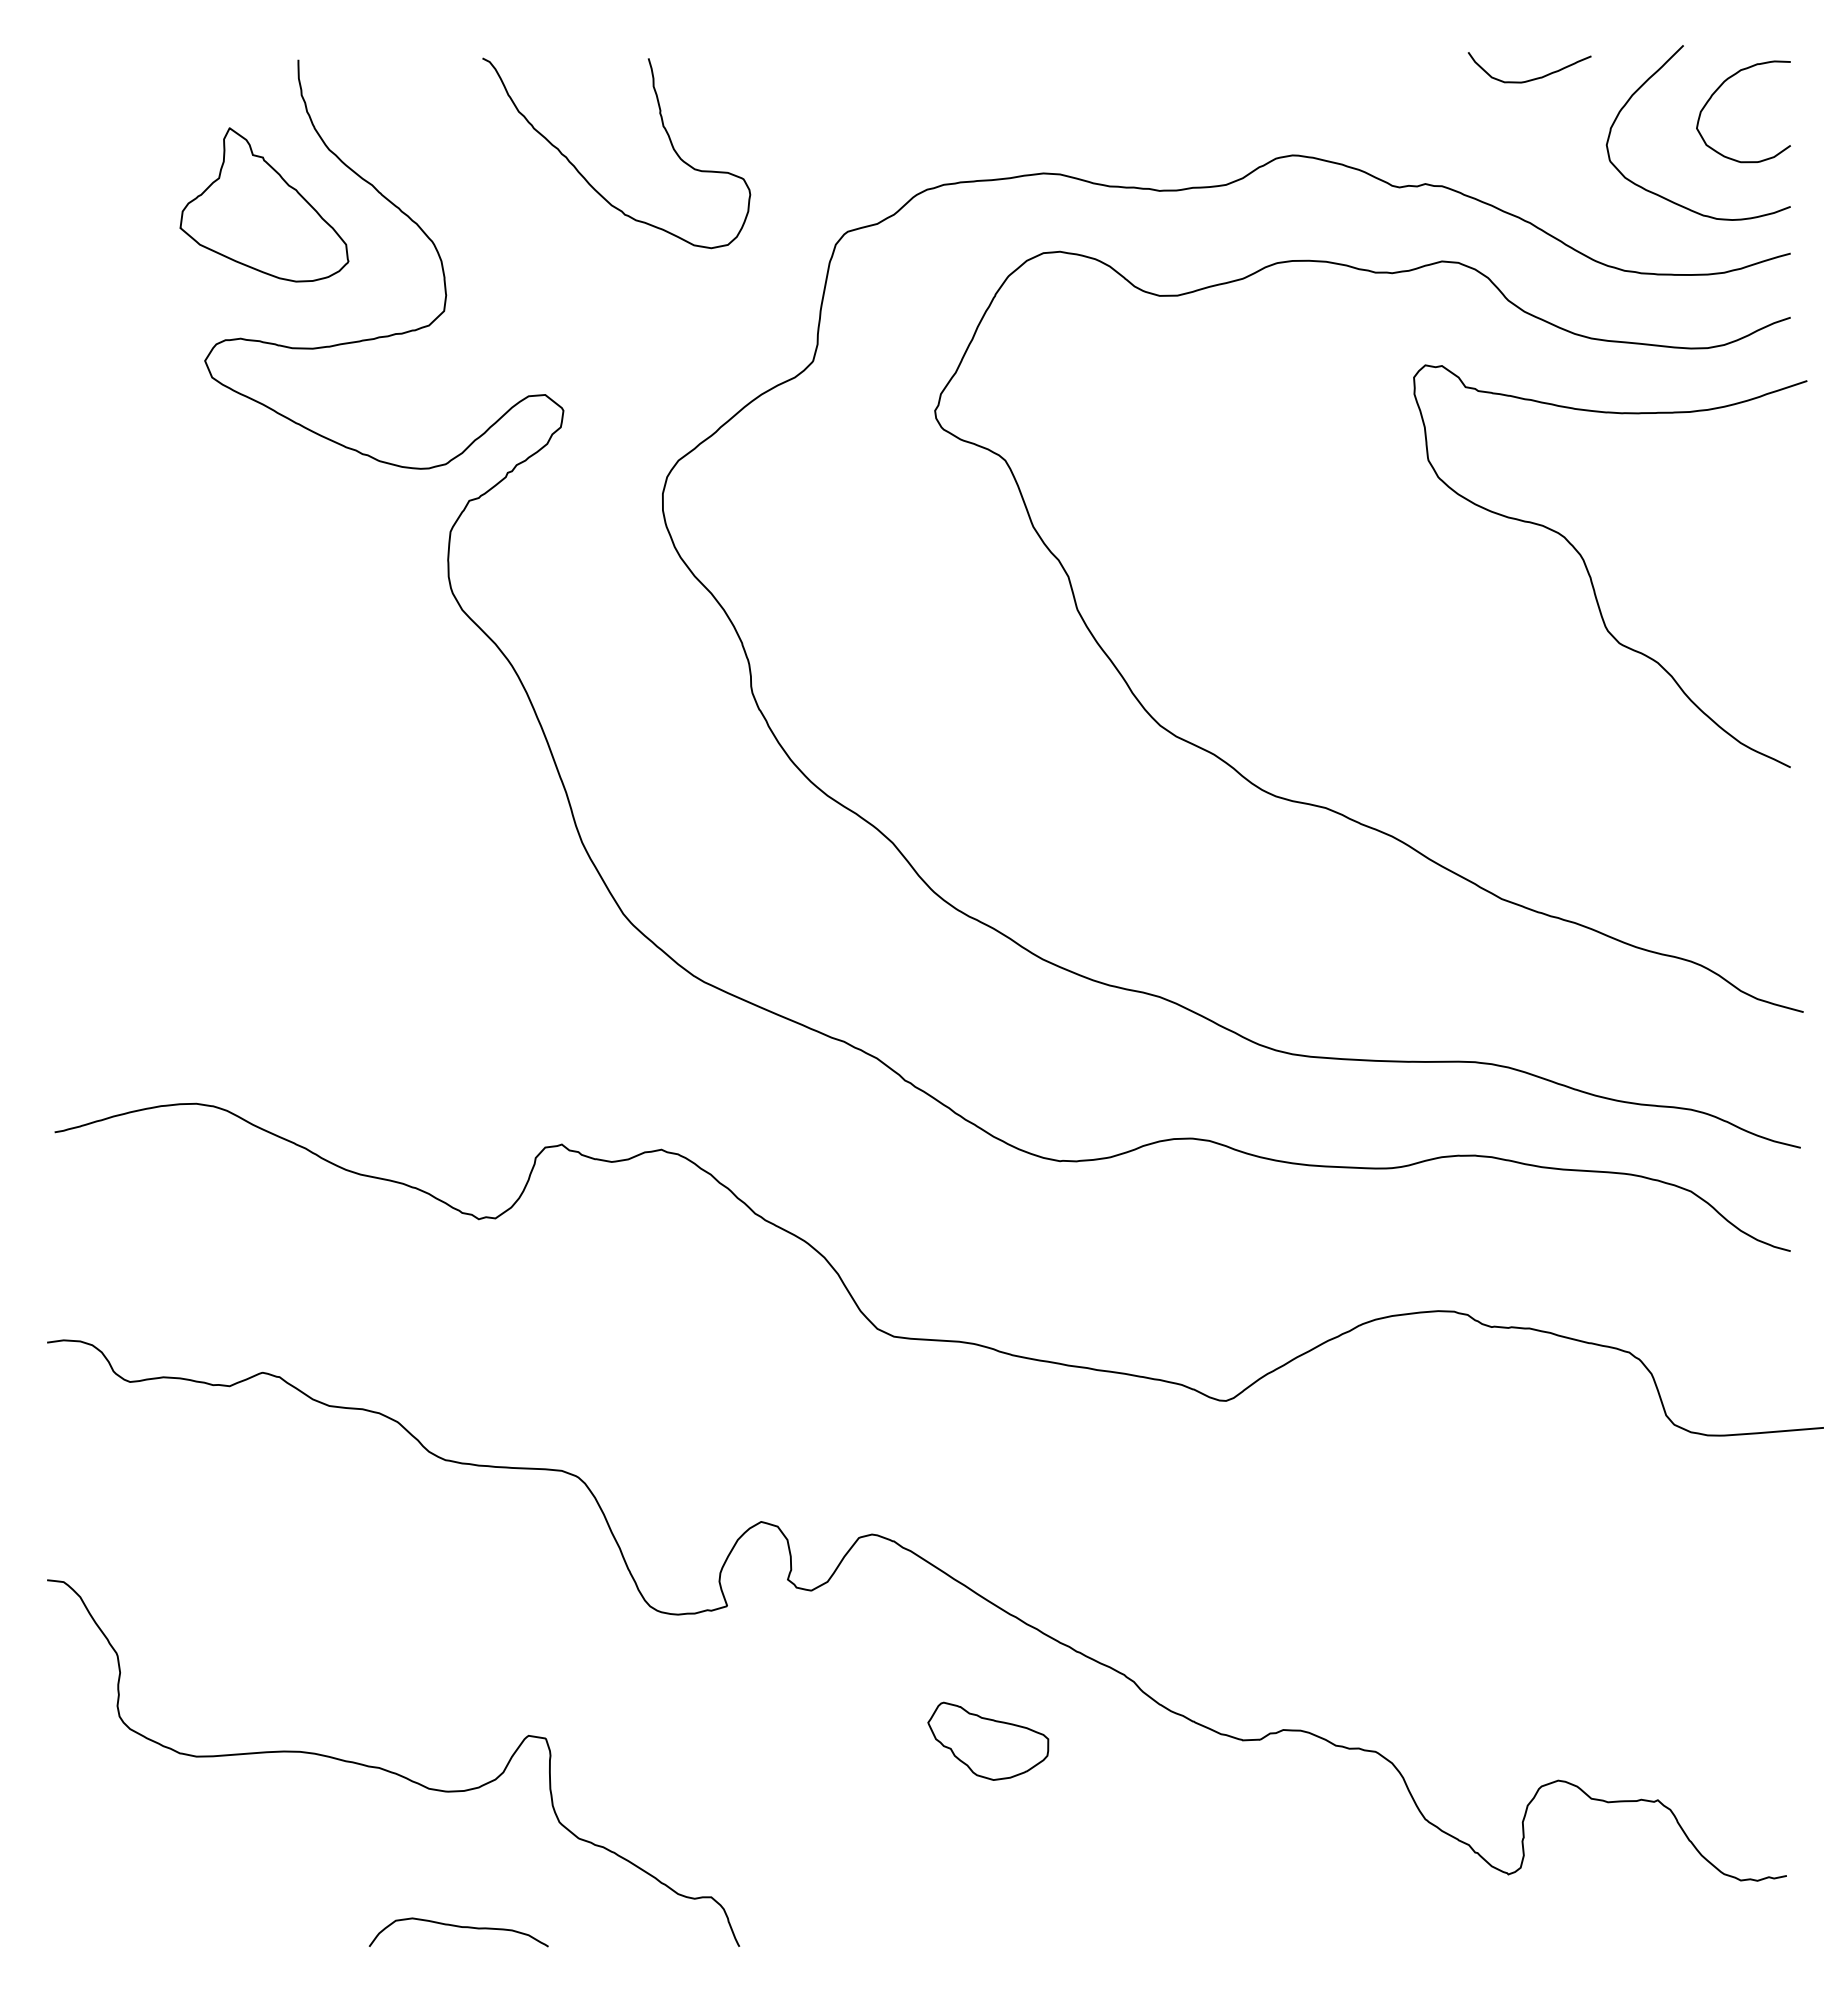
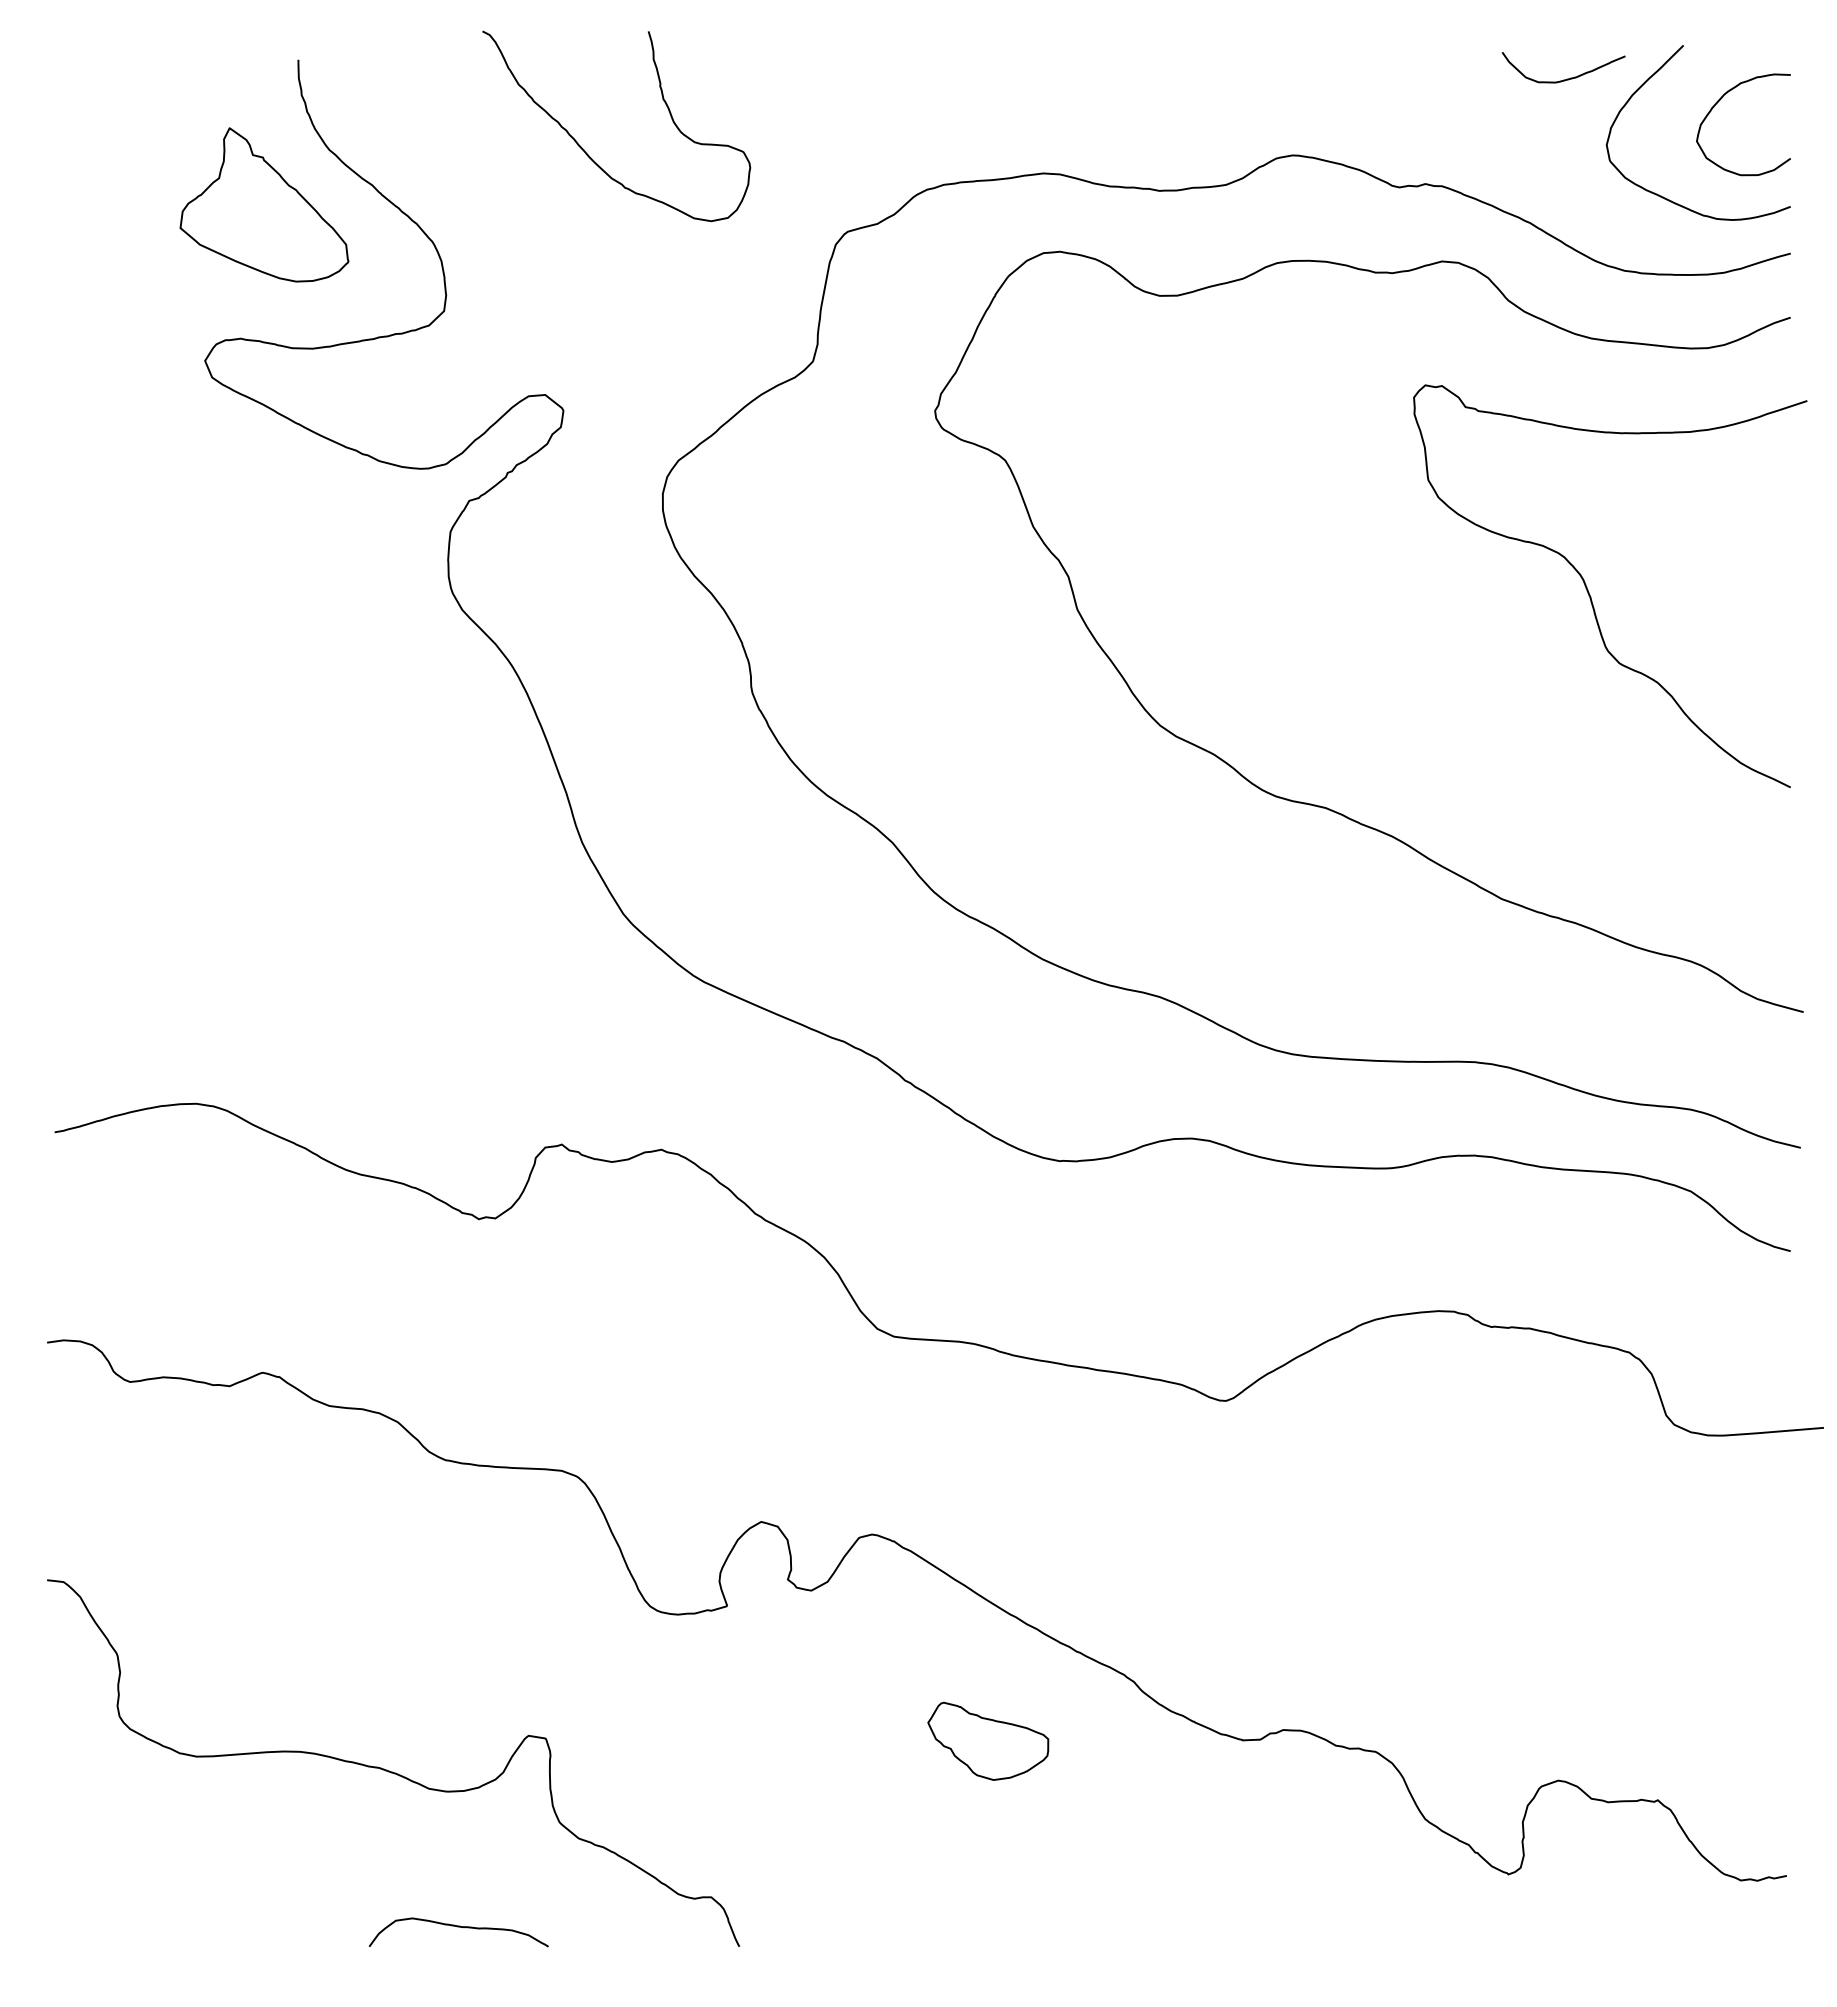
curve at (1533, 78) position: (1533, 78) -> (1567, 78)
curve at (1720, 87) position: (1720, 87) -> (1720, 100)
curve at (584, 176) position: (584, 176) -> (584, 149)
curve at (1590, 574) position: (1590, 574) -> (1590, 594)
